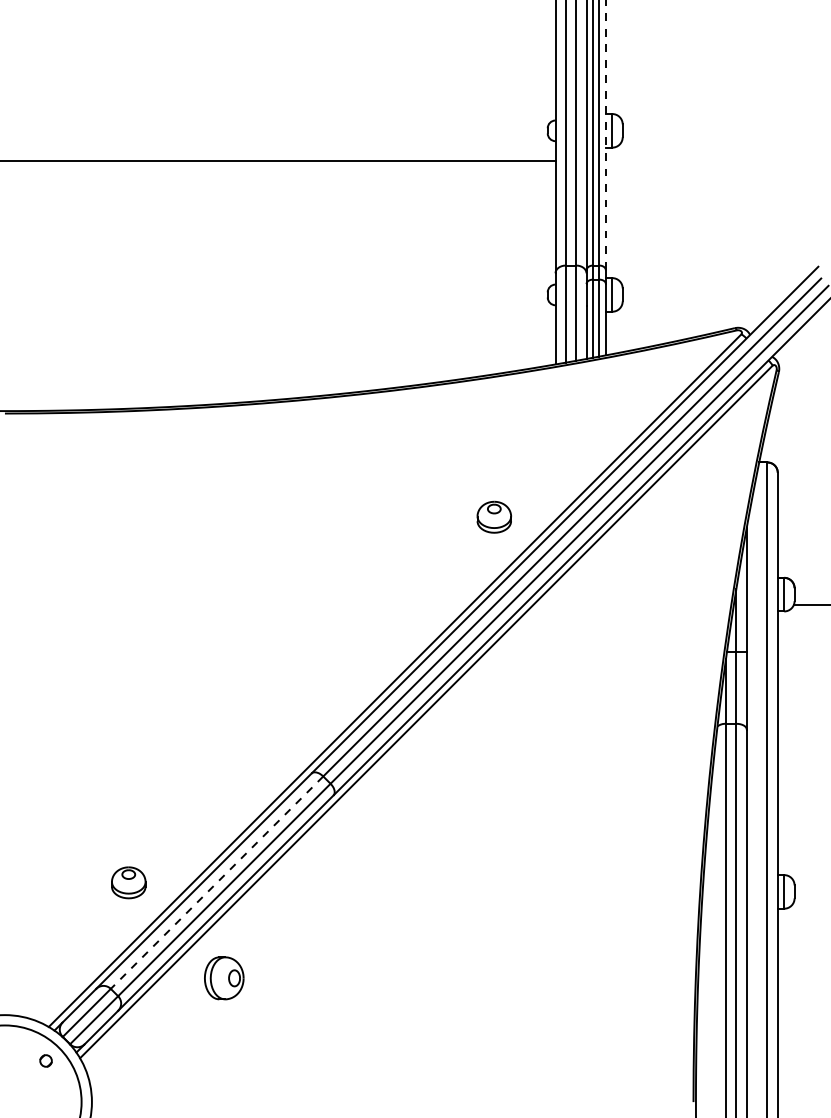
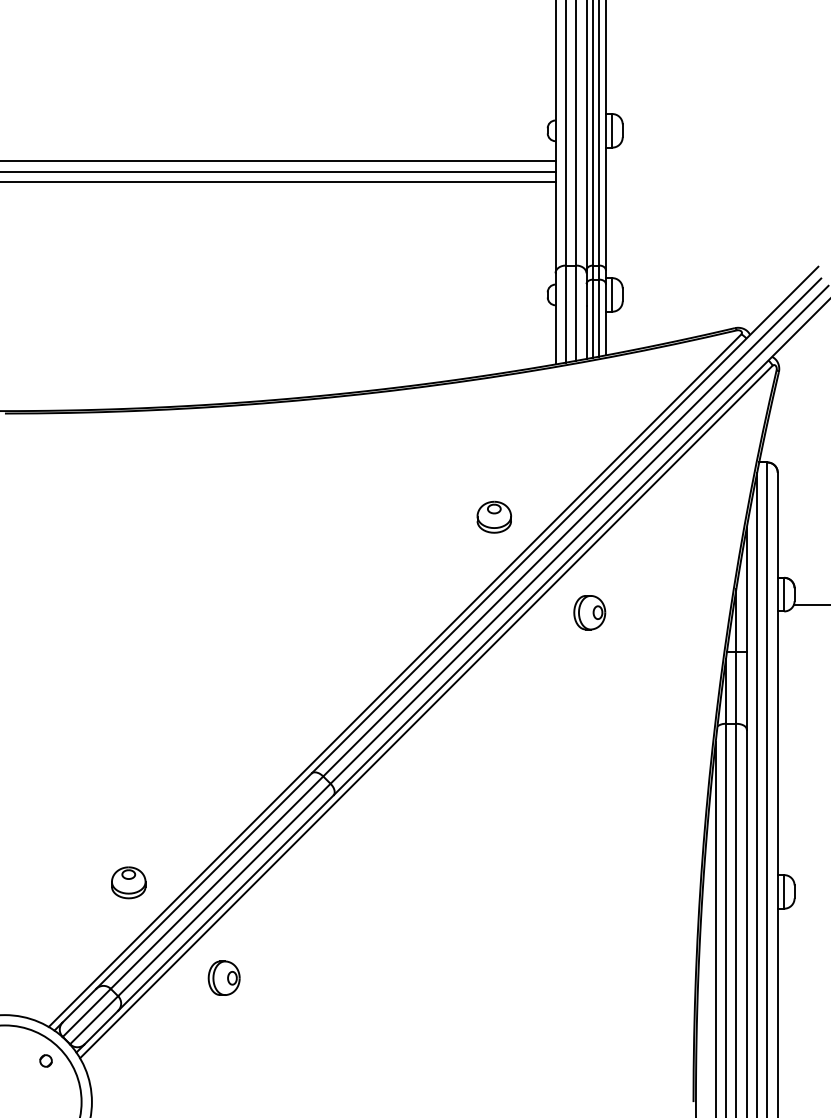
line at (605, 135): dashed -> solid
line at (278, 171): none -> present
line at (278, 181): none -> present
part at (589, 612): none -> present
line at (757, 793): none -> present
line at (216, 883): dashed -> solid
line at (715, 927): none -> present
part at (224, 978) size: 41x45 px -> 34x36 px
